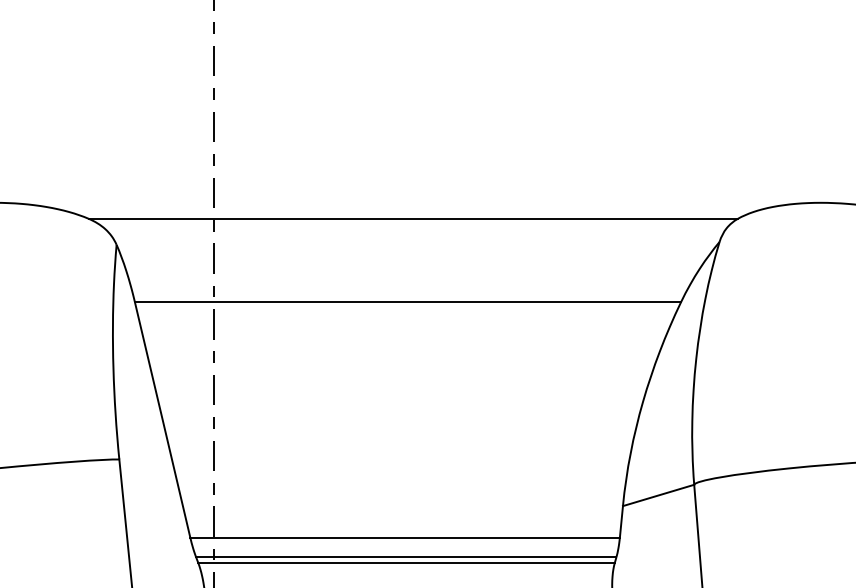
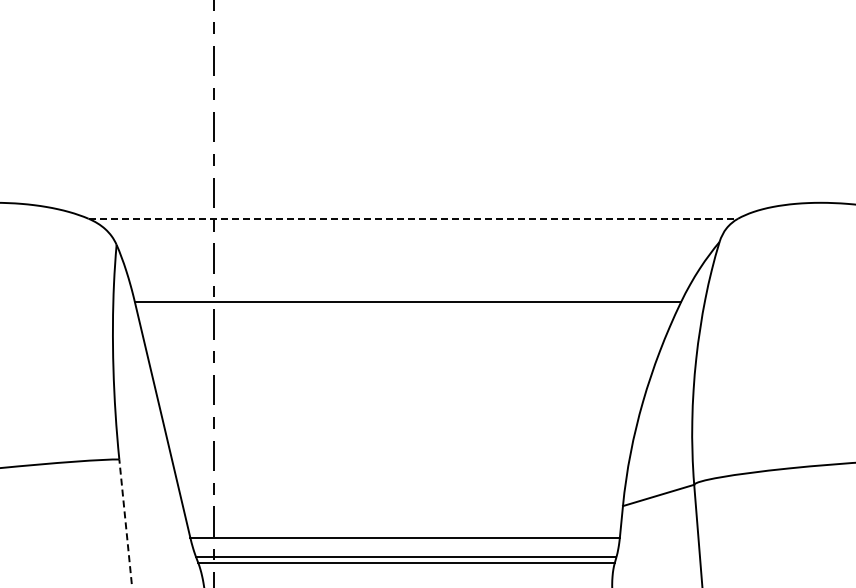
line at (413, 218): solid -> dashed
line at (125, 522): solid -> dashed
